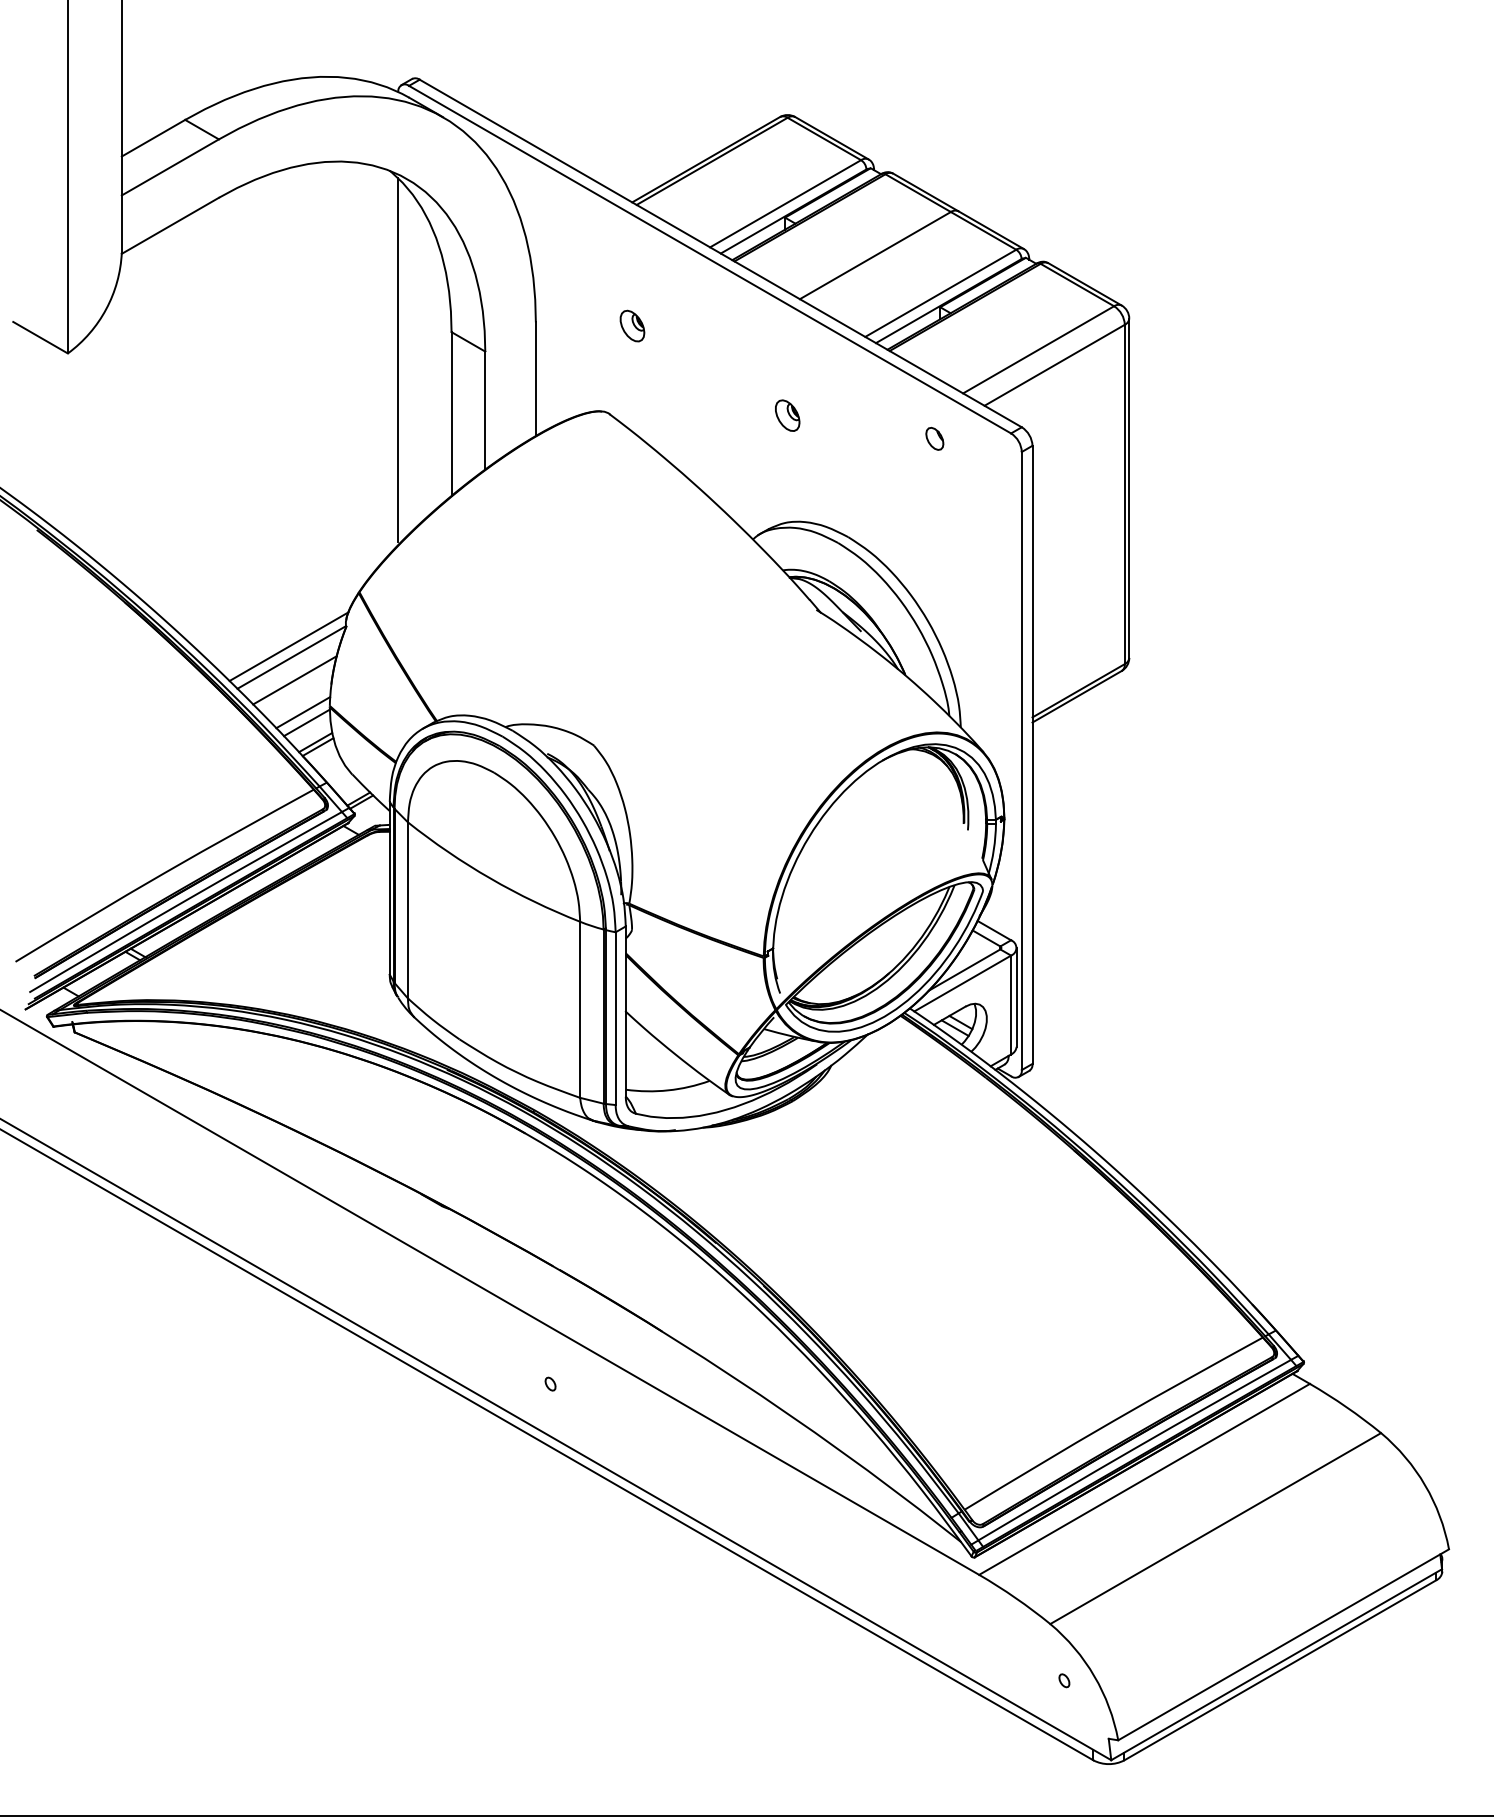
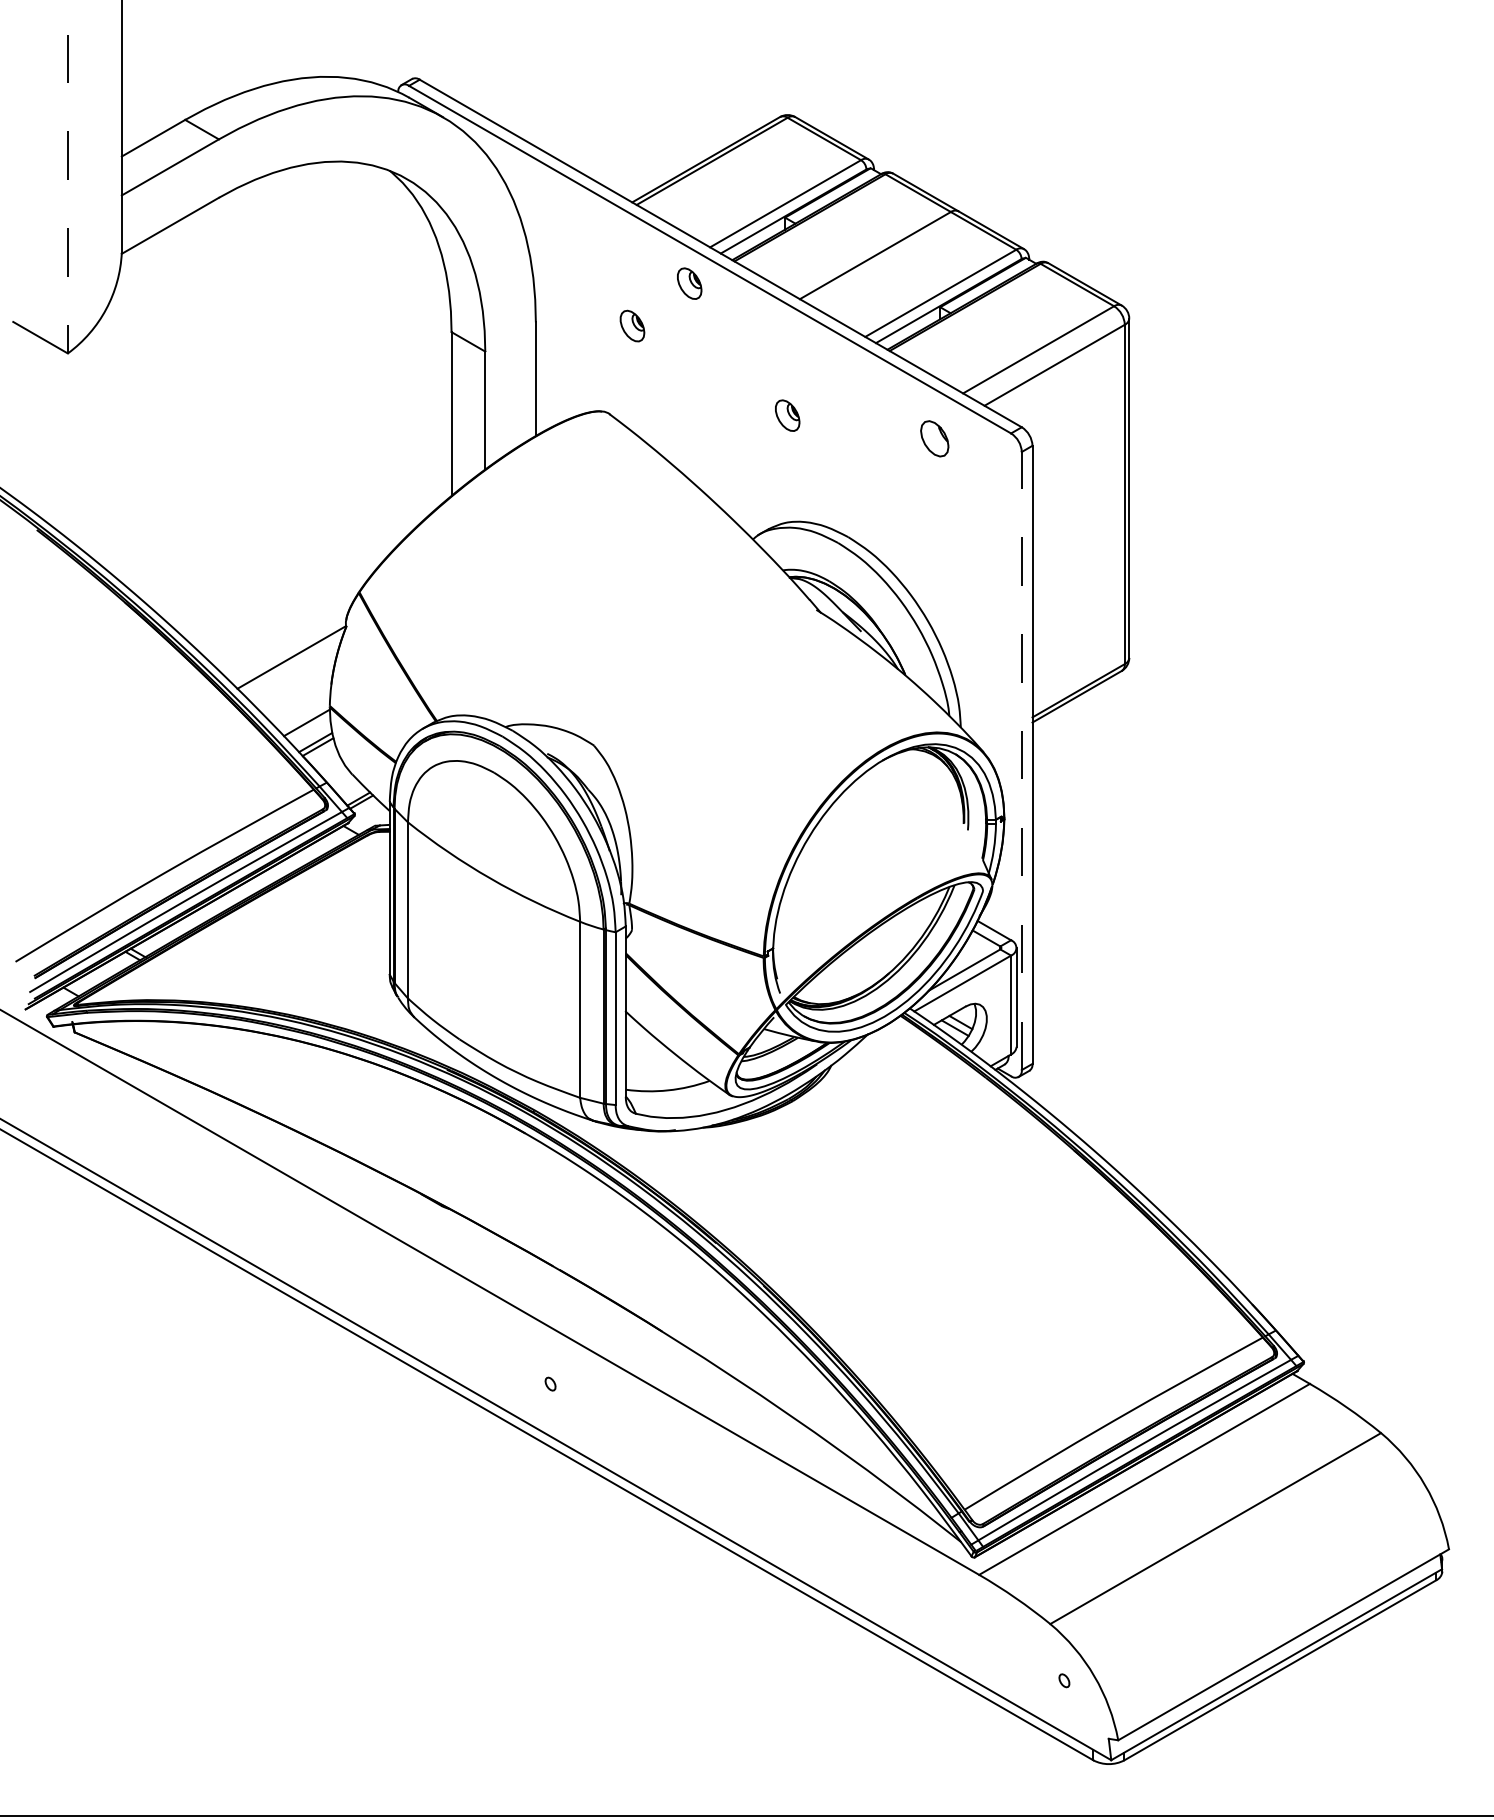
line at (67, 177): solid -> dashed
part at (689, 283): none -> present
line at (398, 359): present -> none
part at (934, 438) size: 20x24 px -> 30x38 px
line at (288, 646): present -> none
line at (294, 680): present -> none
line at (303, 712): present -> none
line at (1021, 760): solid -> dashed
